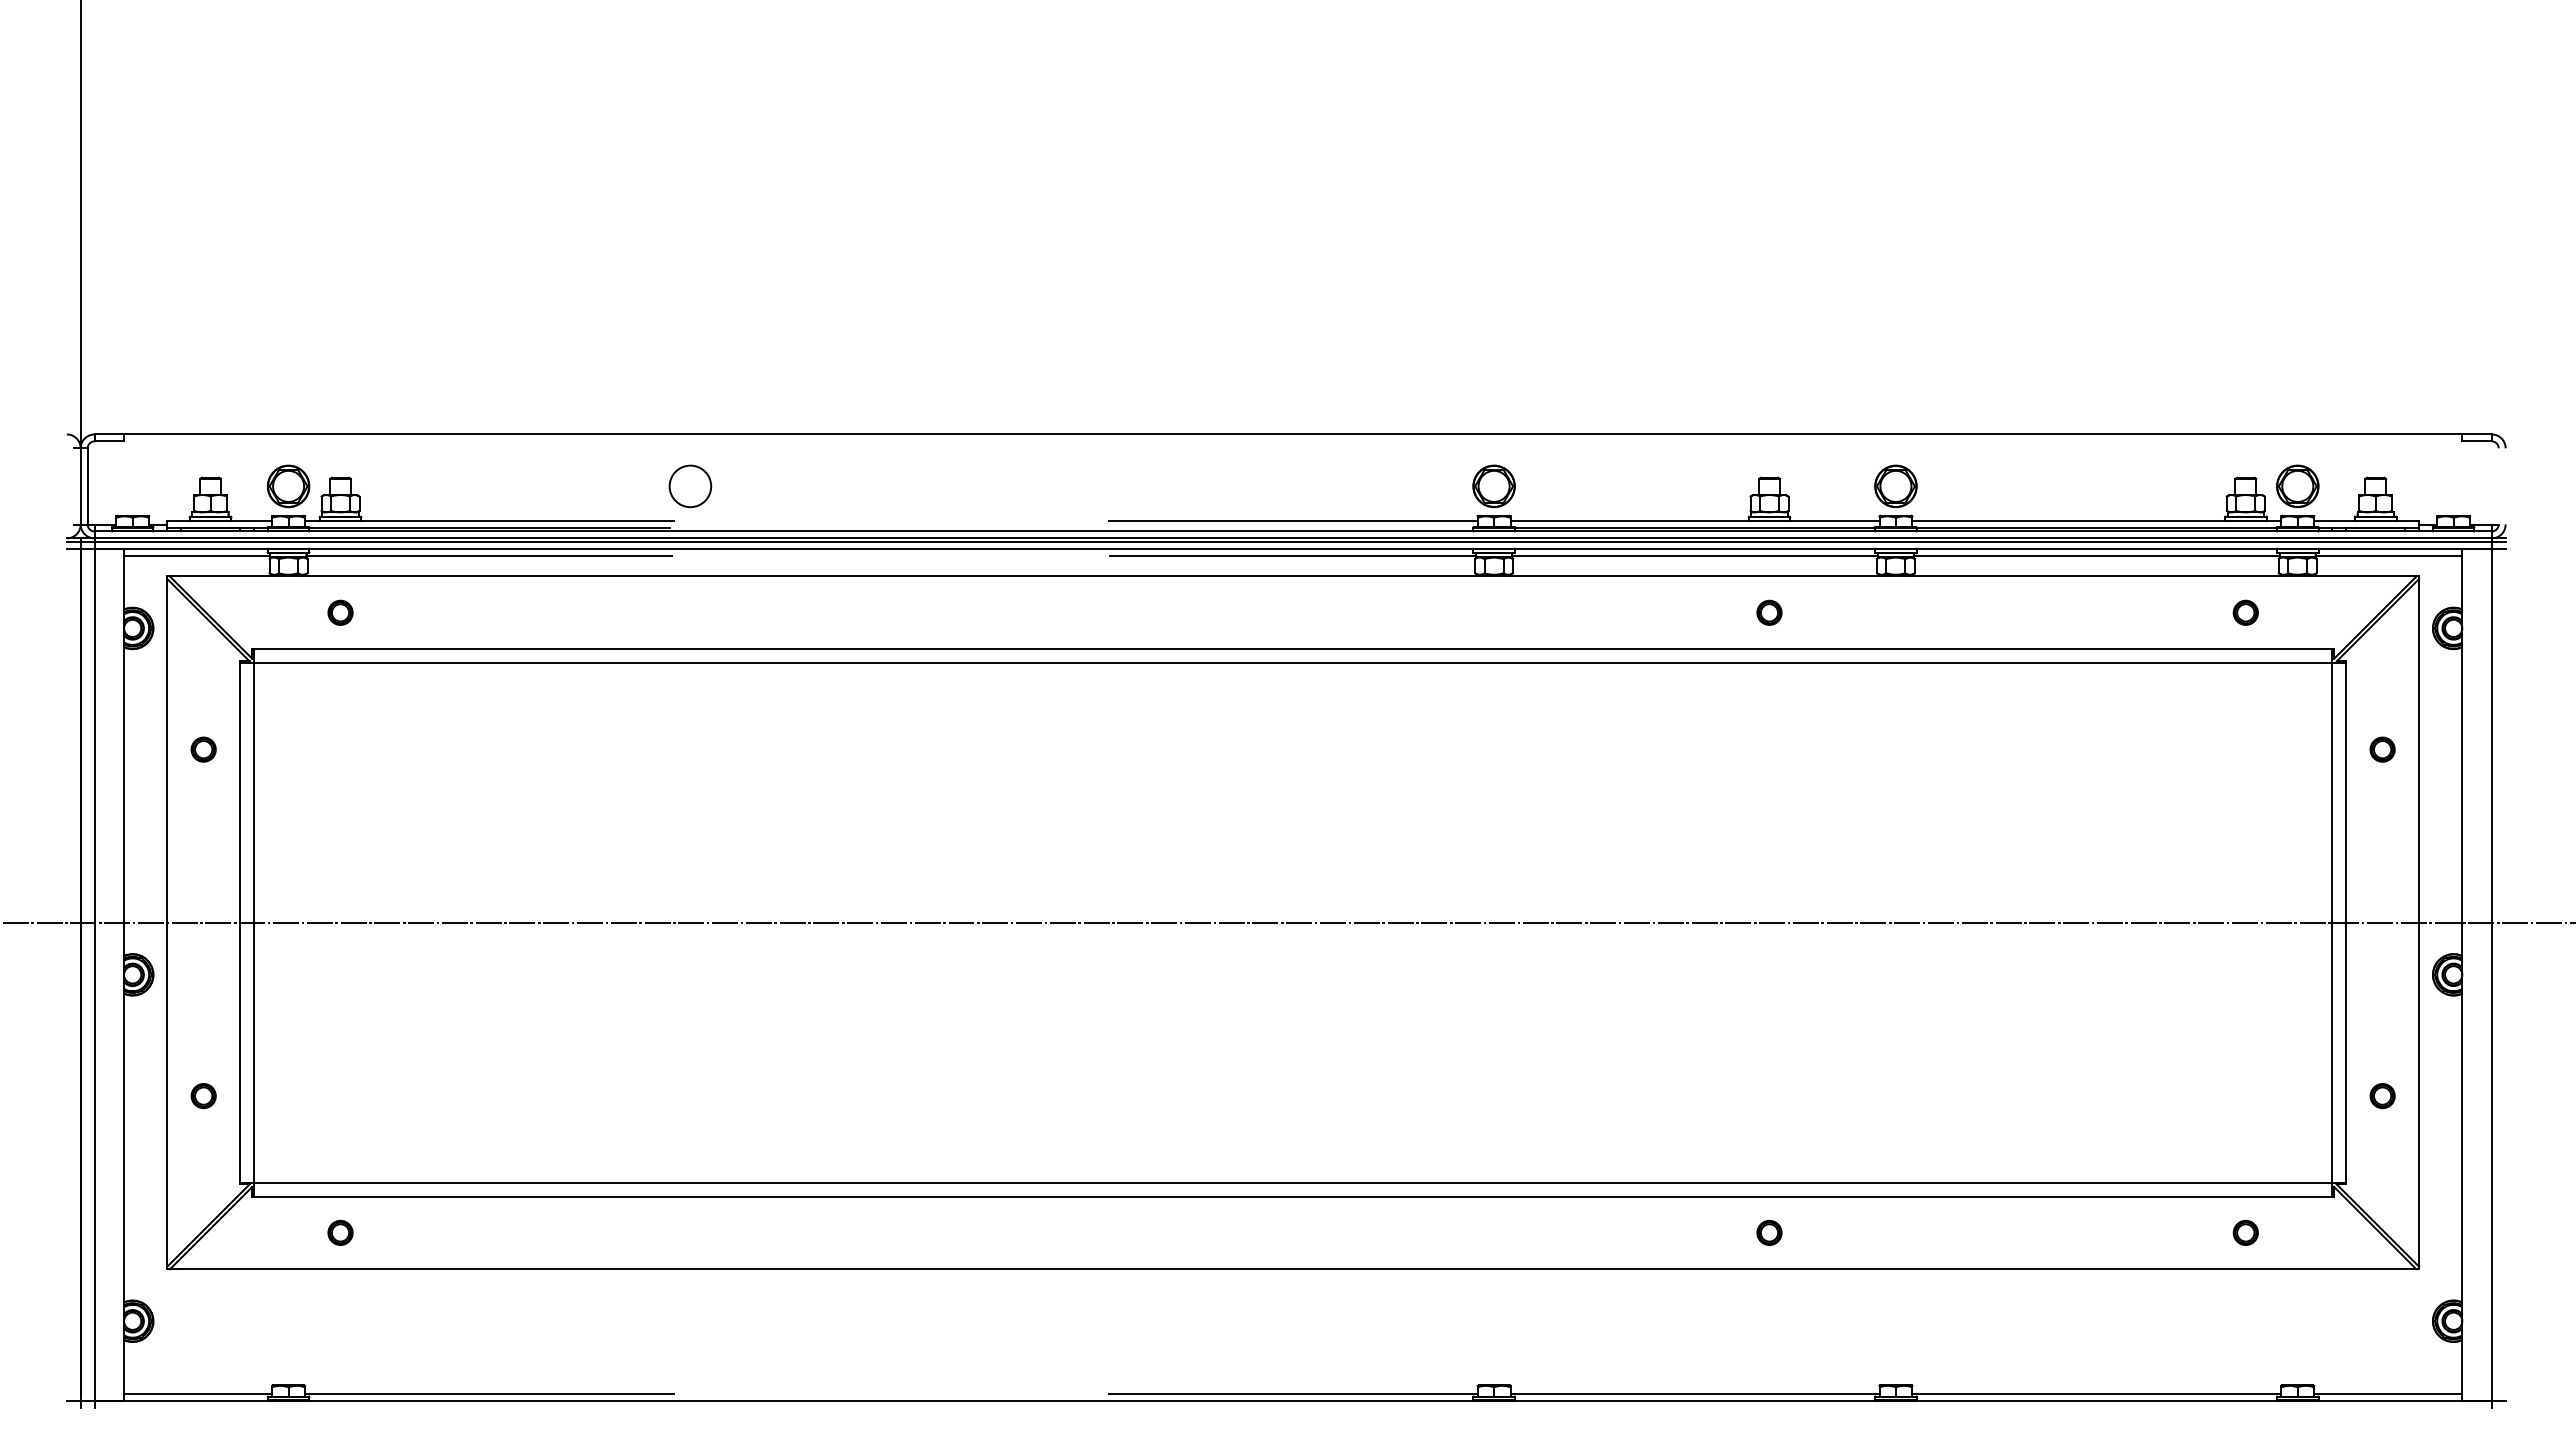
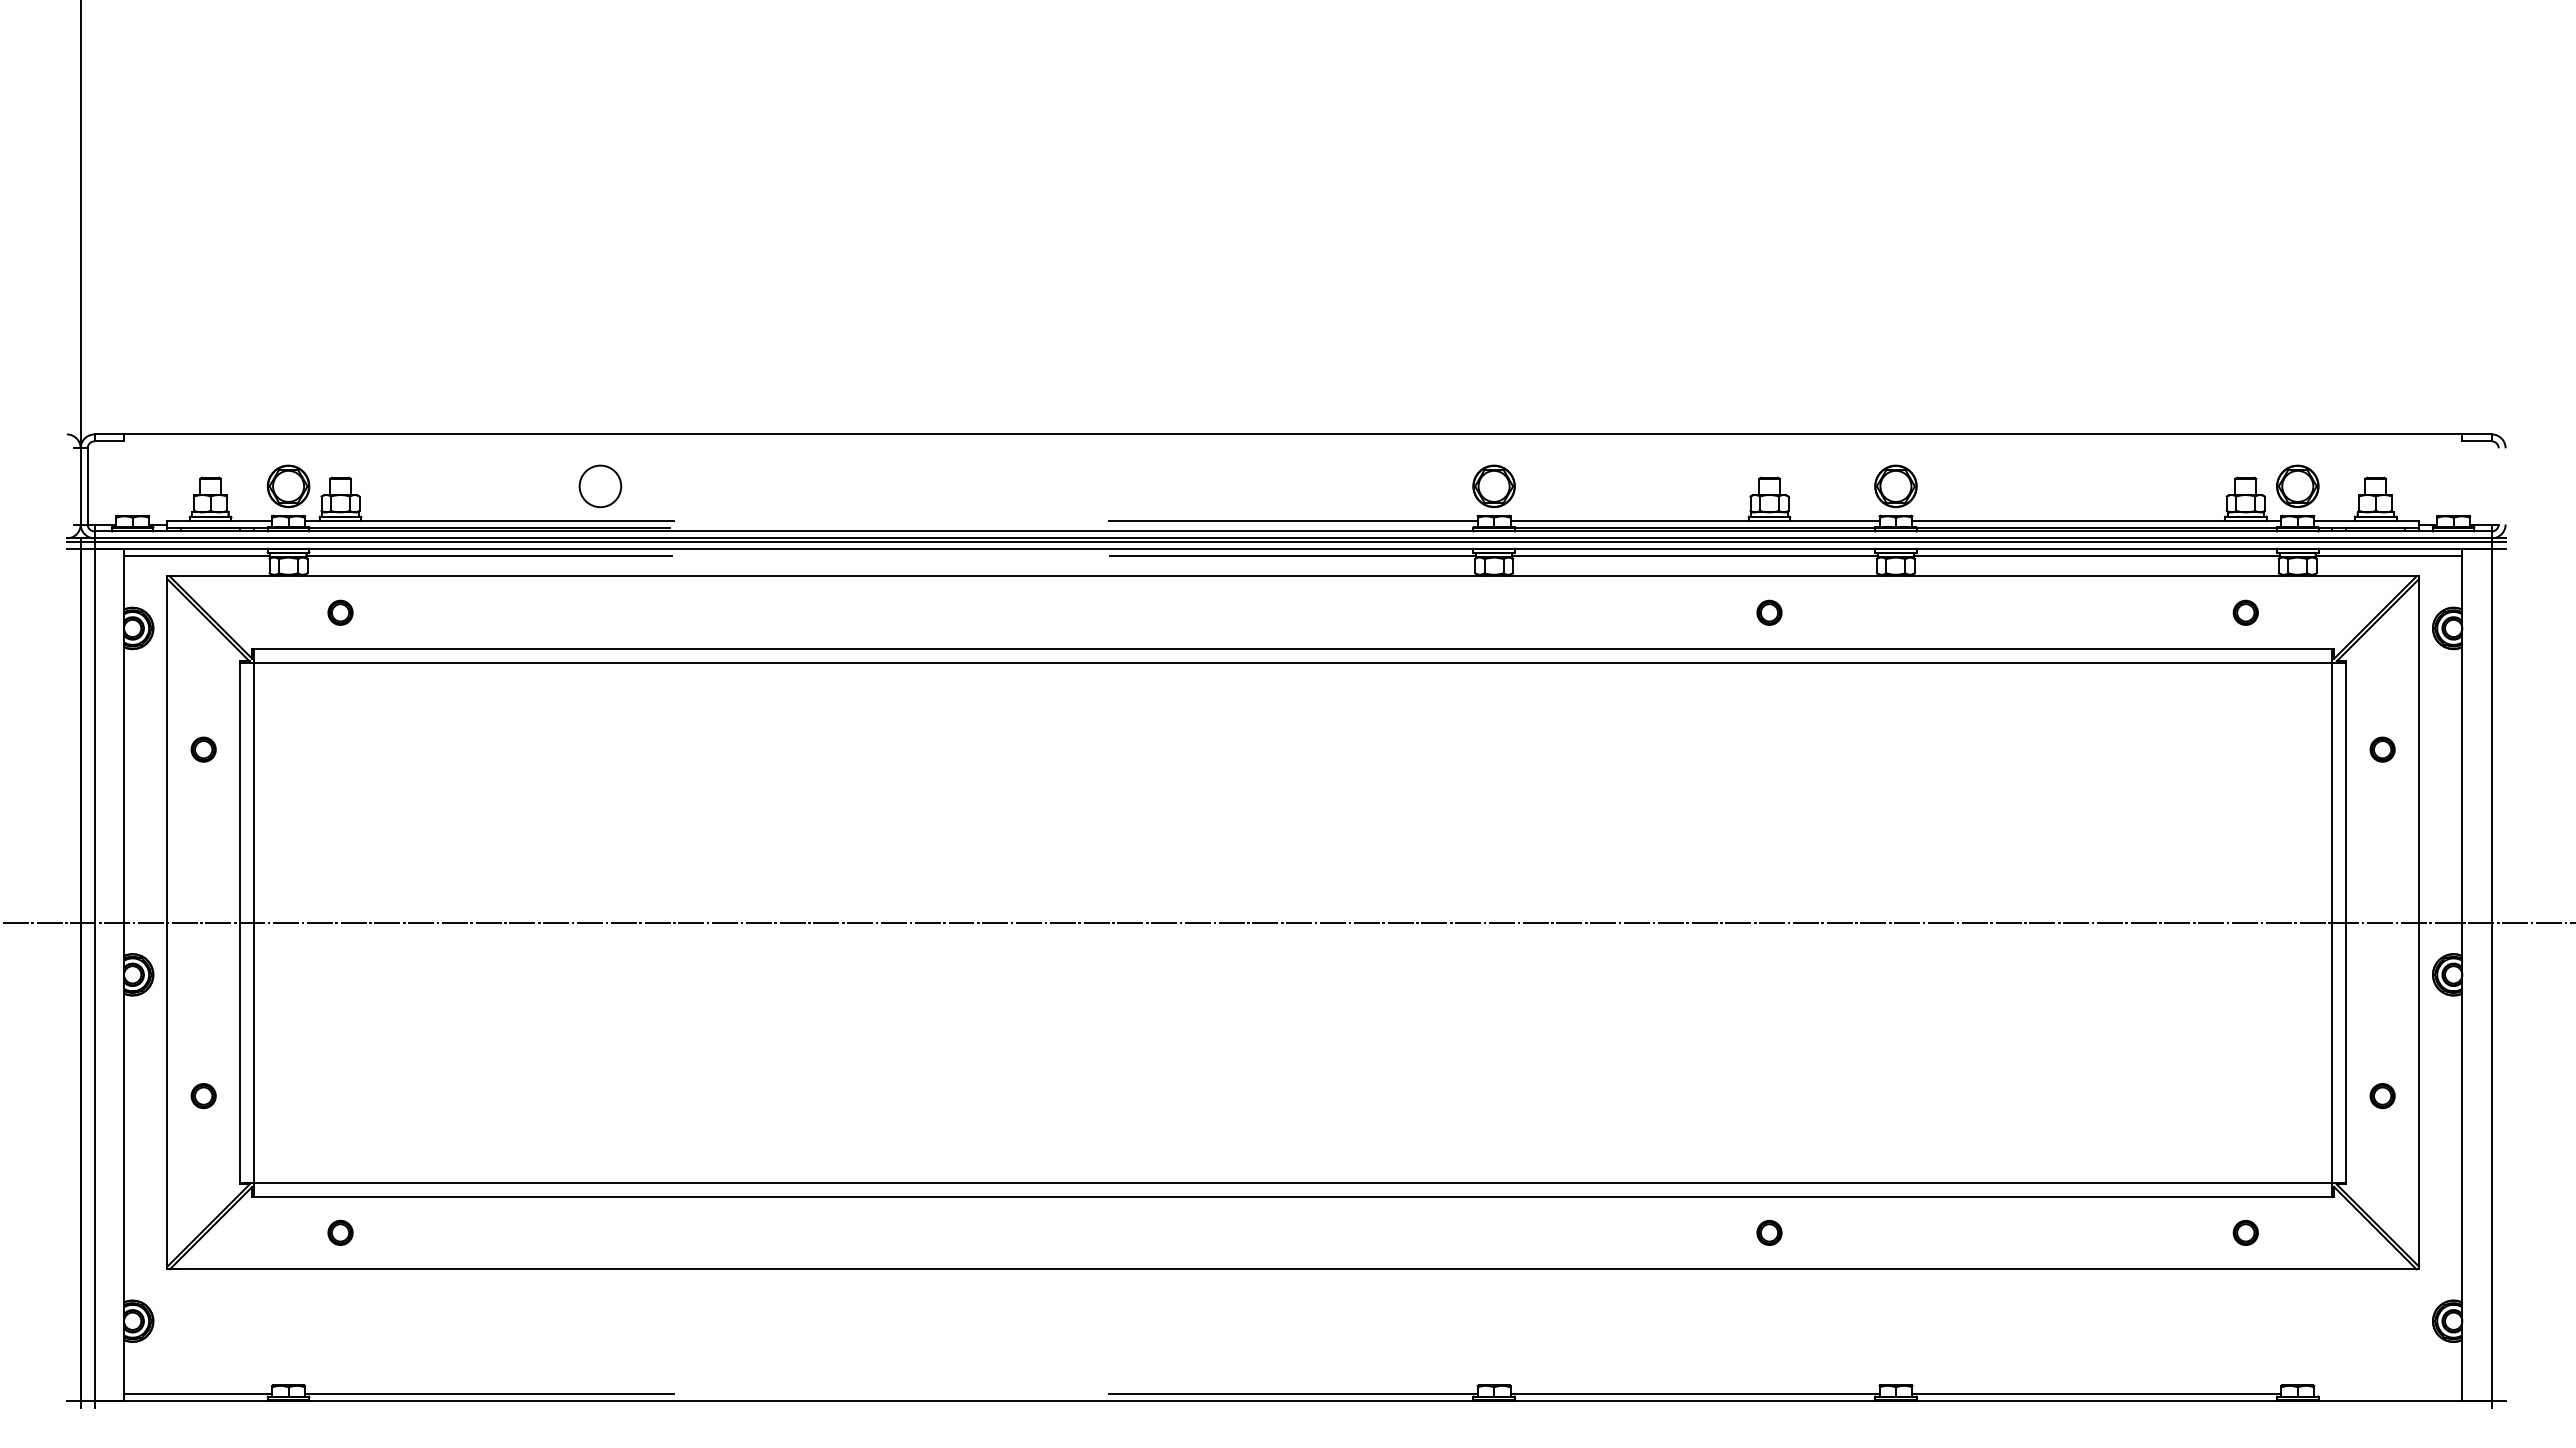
circle at (690, 486) position: (690, 486) -> (600, 486)
line at (2388, 1394): present -> none
